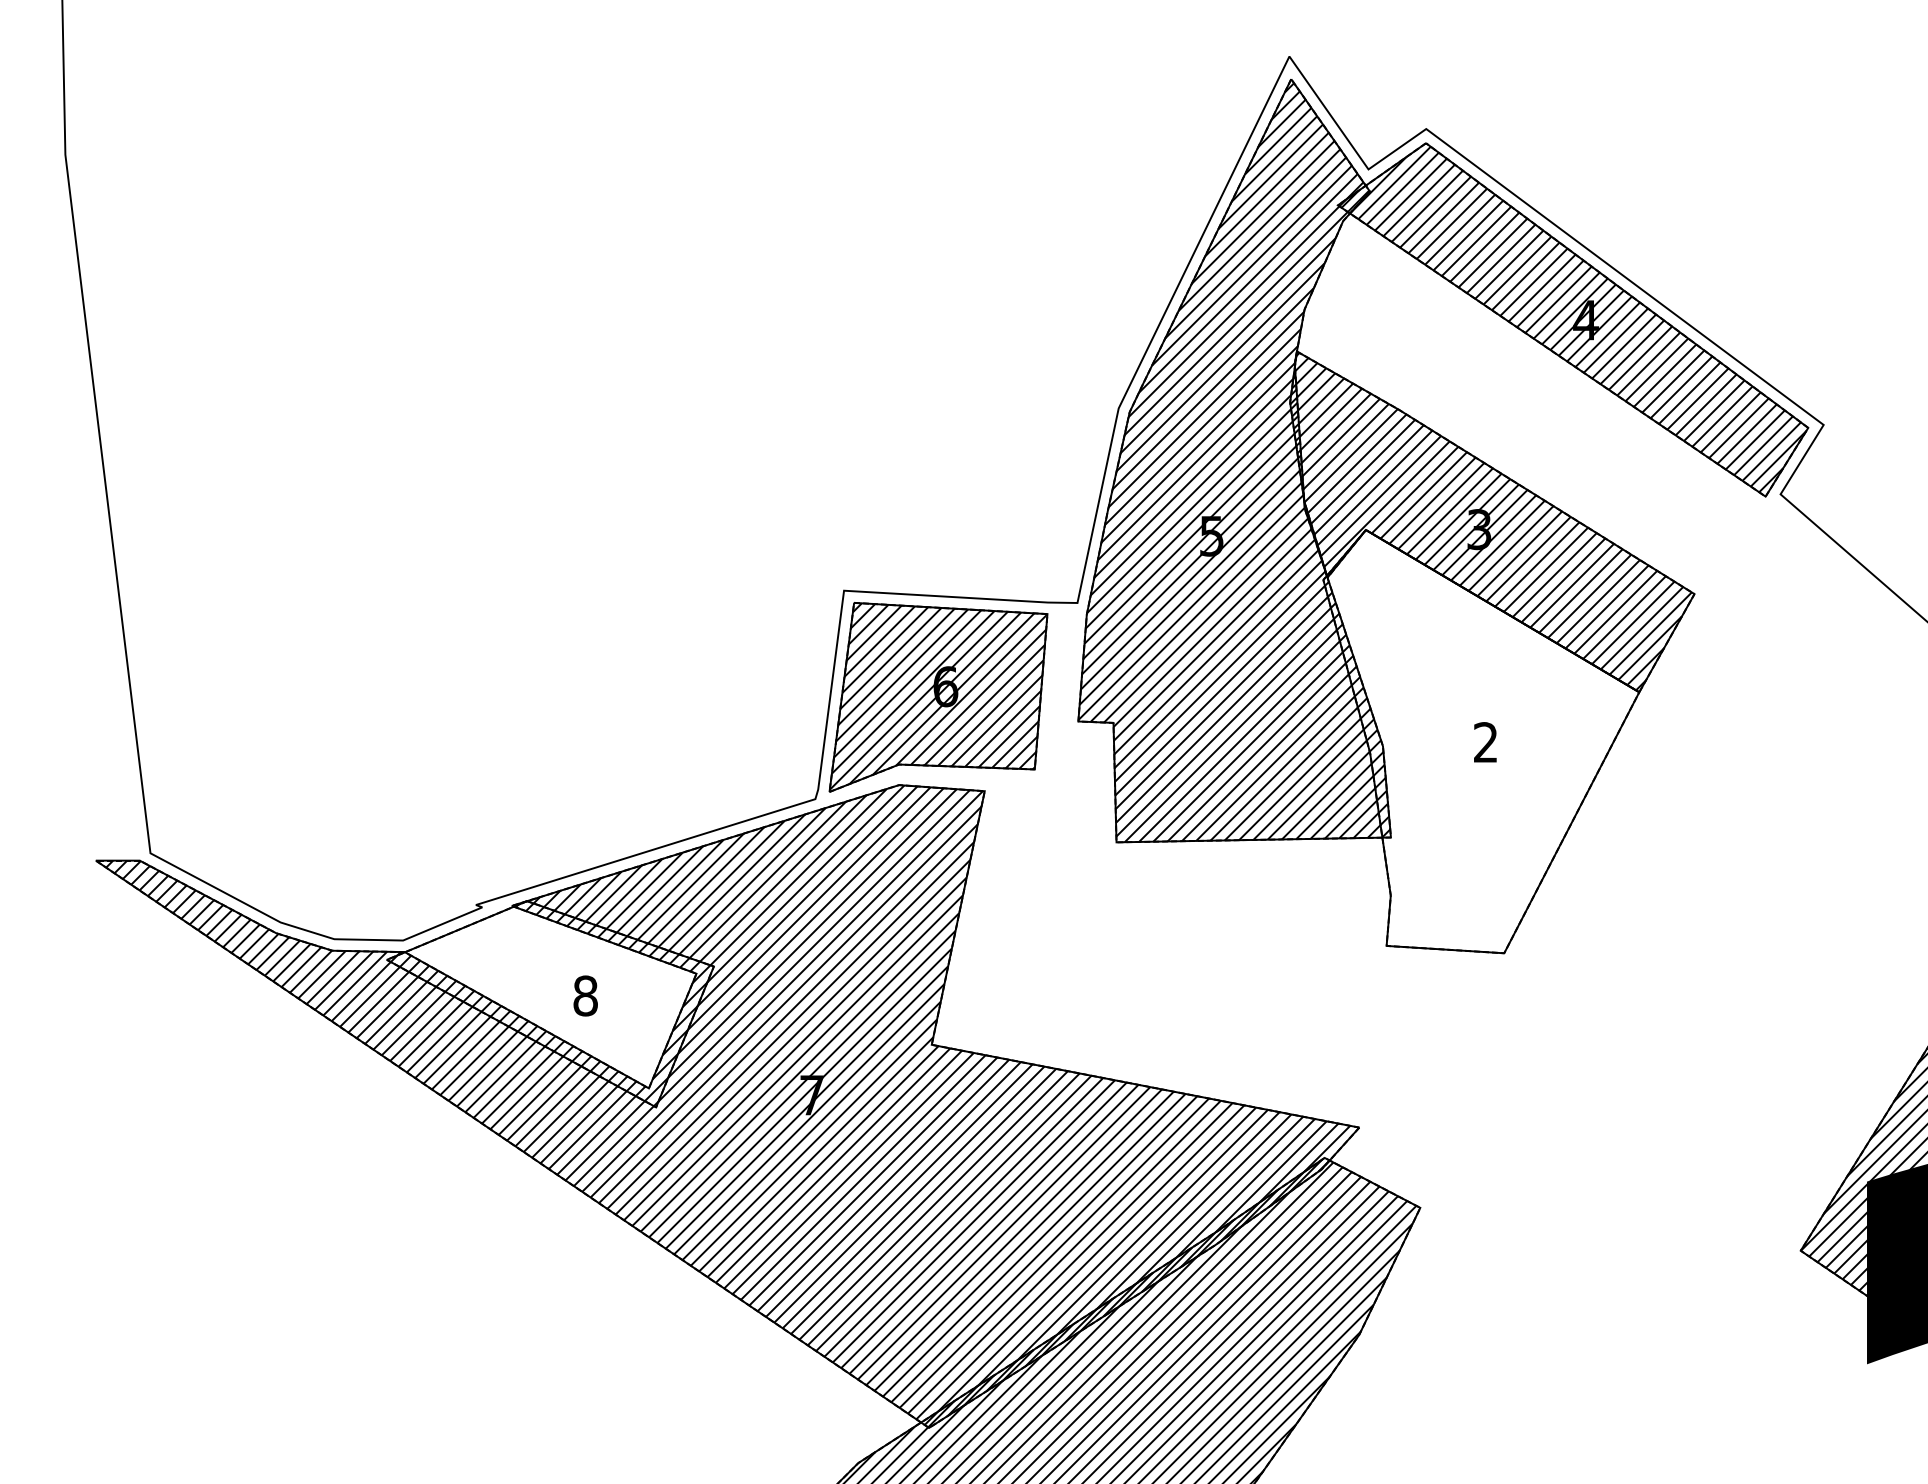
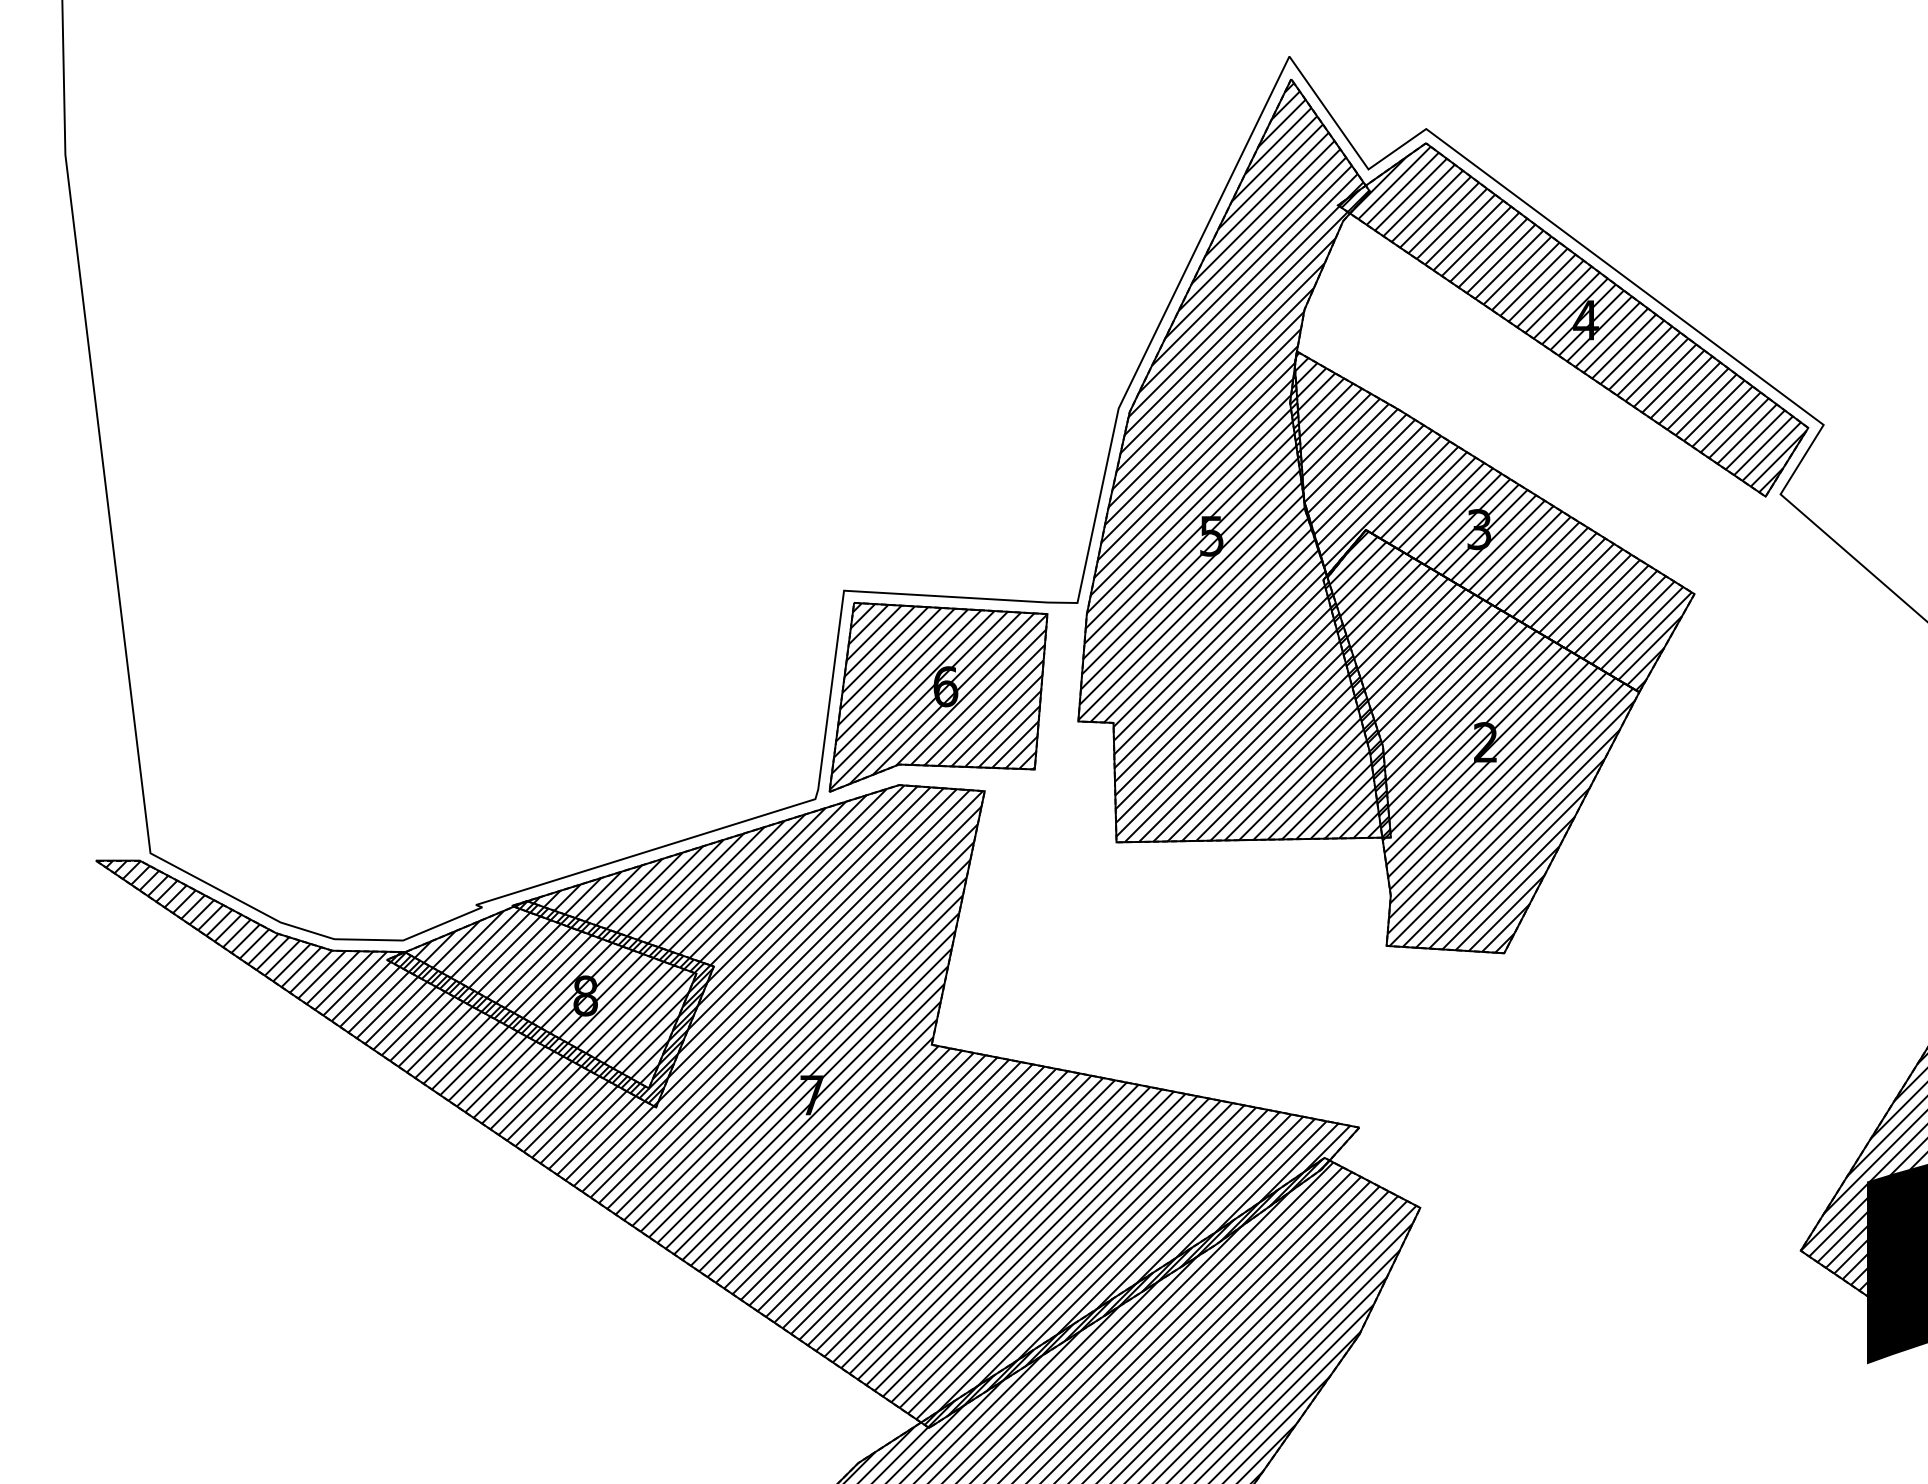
hatch at (1479, 741): none -> present
hatch at (553, 1002): none -> present
